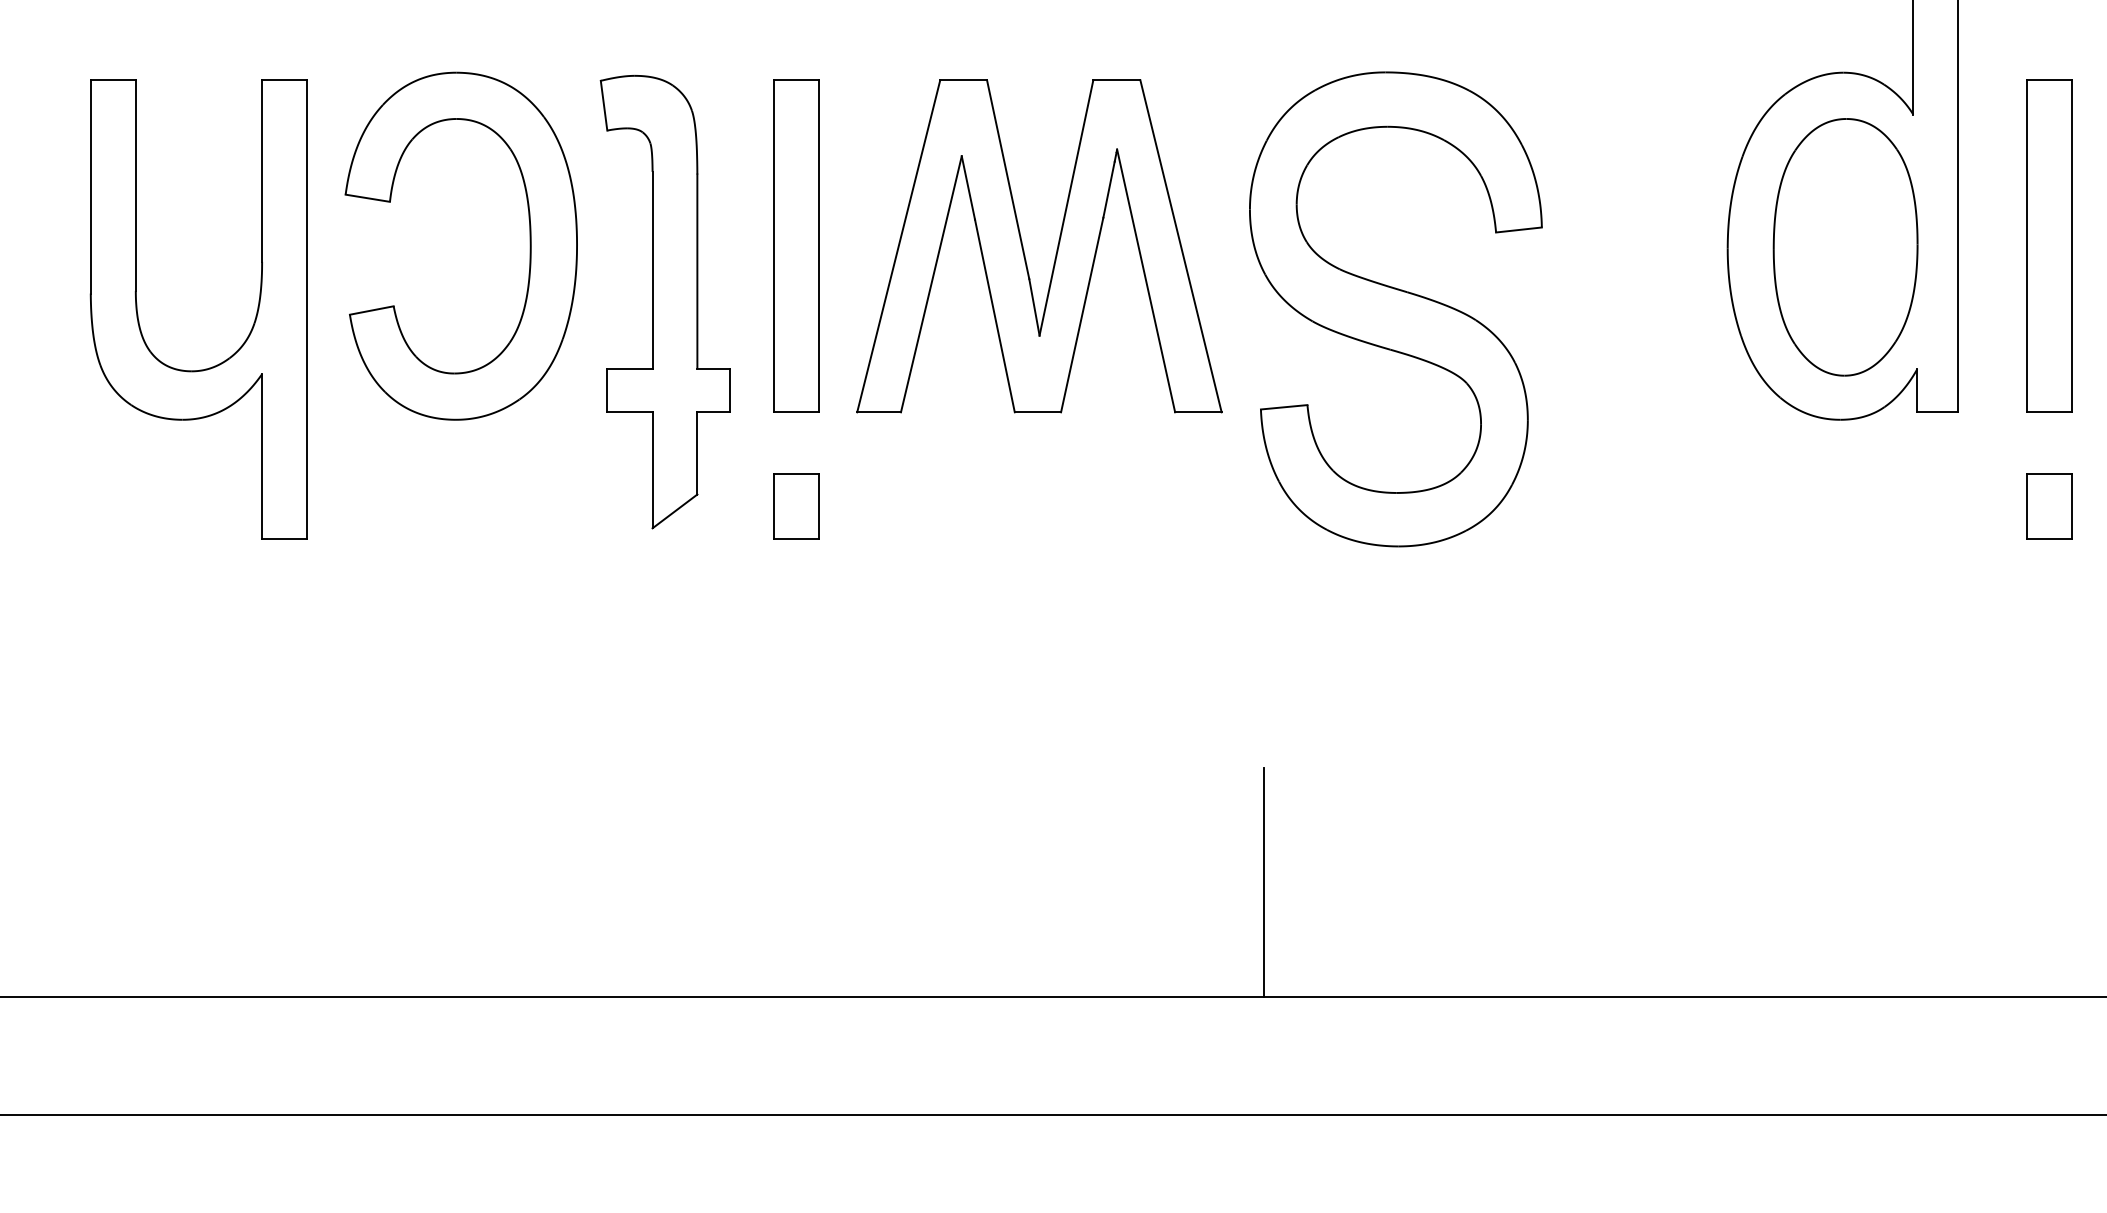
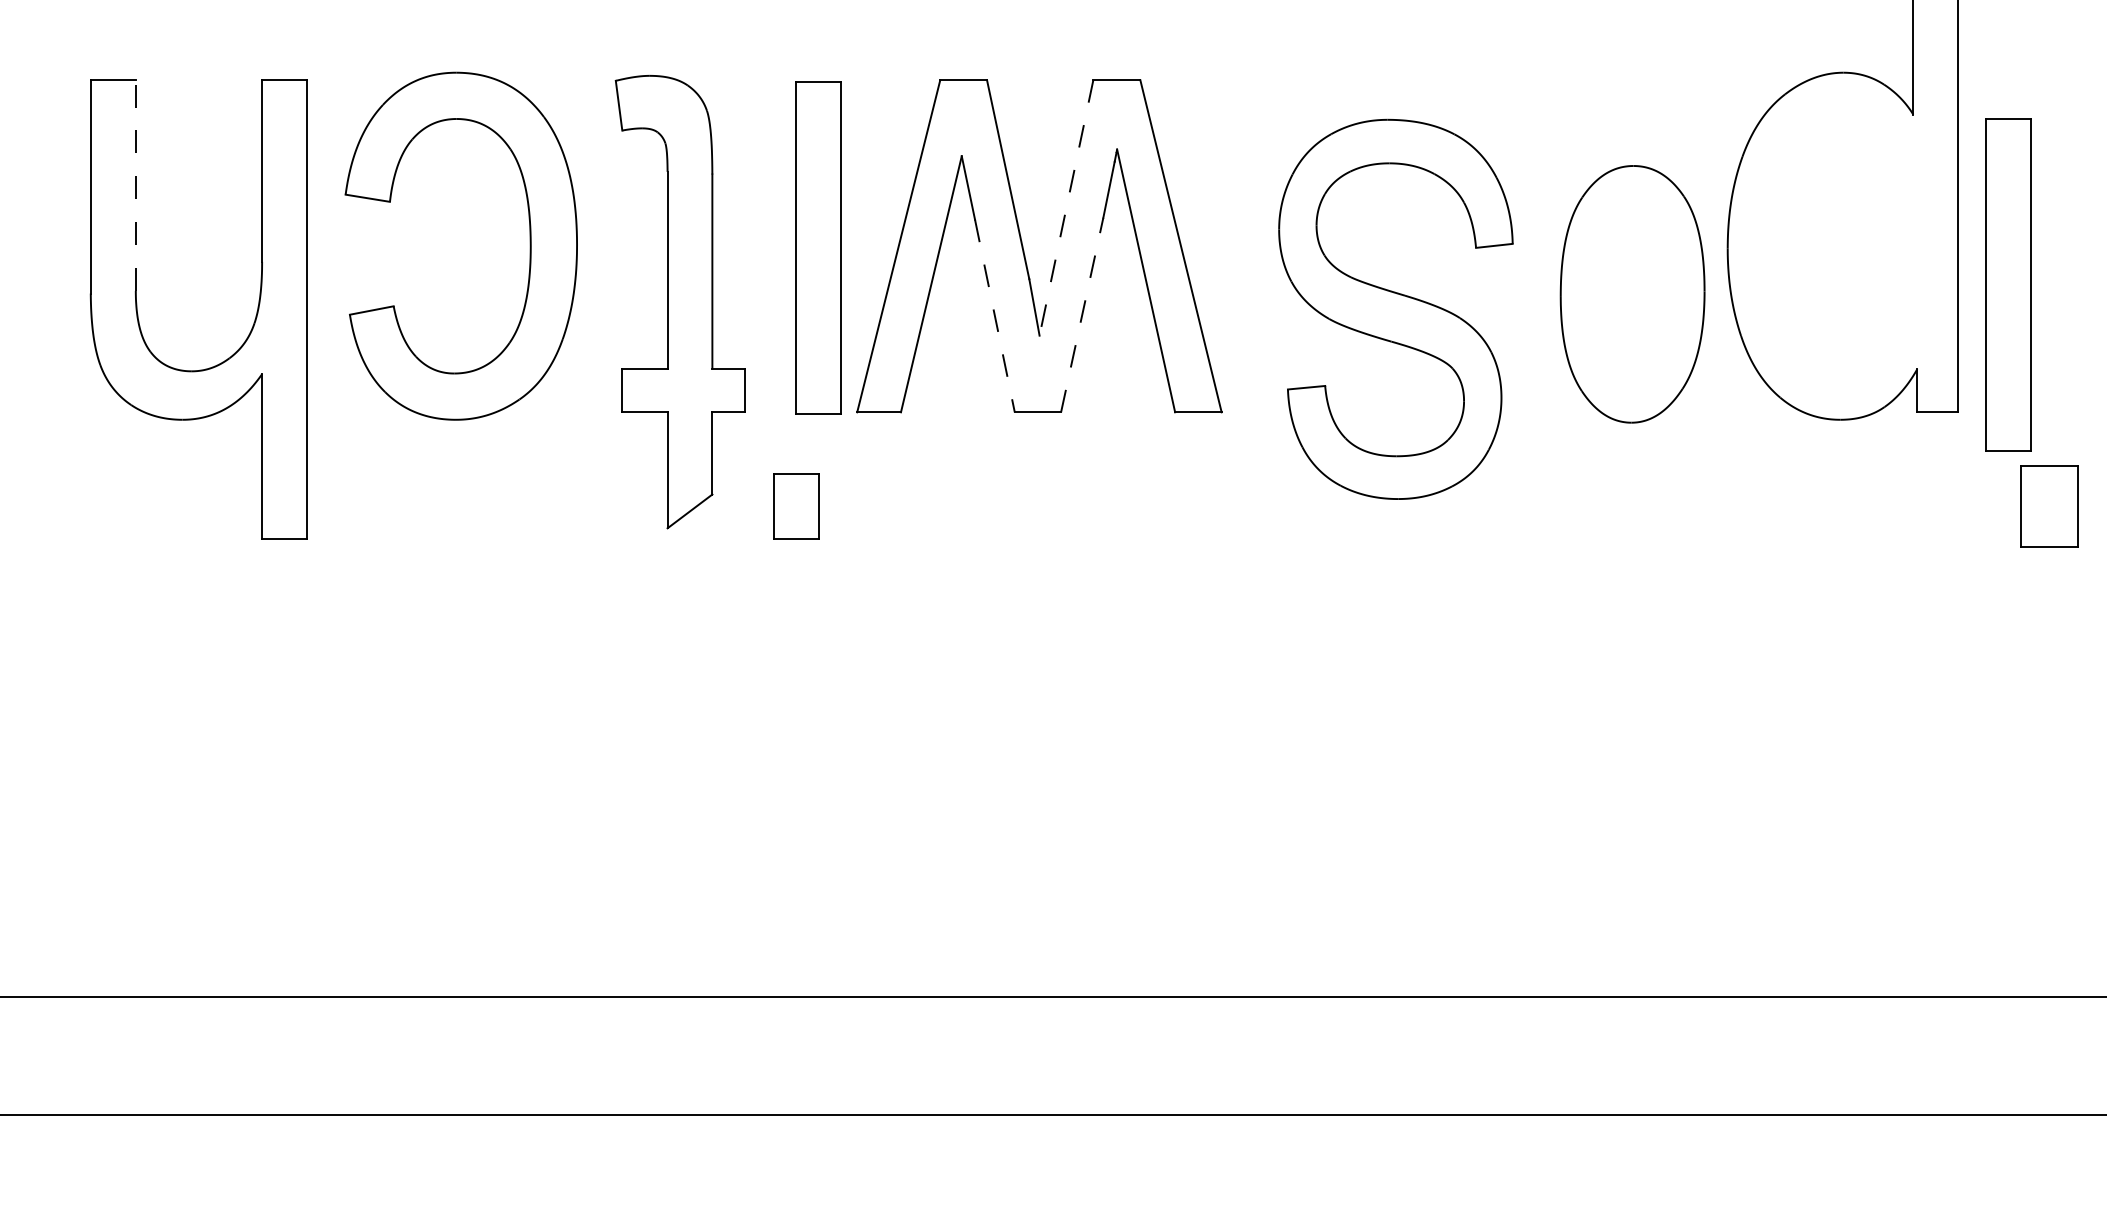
line at (135, 185): solid -> dashed
line at (1066, 207): solid -> dashed
part at (796, 245) position: (796, 245) -> (818, 247)
part at (2049, 245) position: (2049, 245) -> (2008, 284)
part at (1845, 247) position: (1845, 247) -> (1632, 294)
part at (664, 302) position: (664, 302) -> (679, 302)
part at (1395, 309) size: 294x477 px -> 236x382 px
line at (1082, 315): solid -> dashed
line at (995, 316): solid -> dashed
part at (2049, 506) size: 47x67 px -> 59x83 px
line at (1263, 881): present -> none
